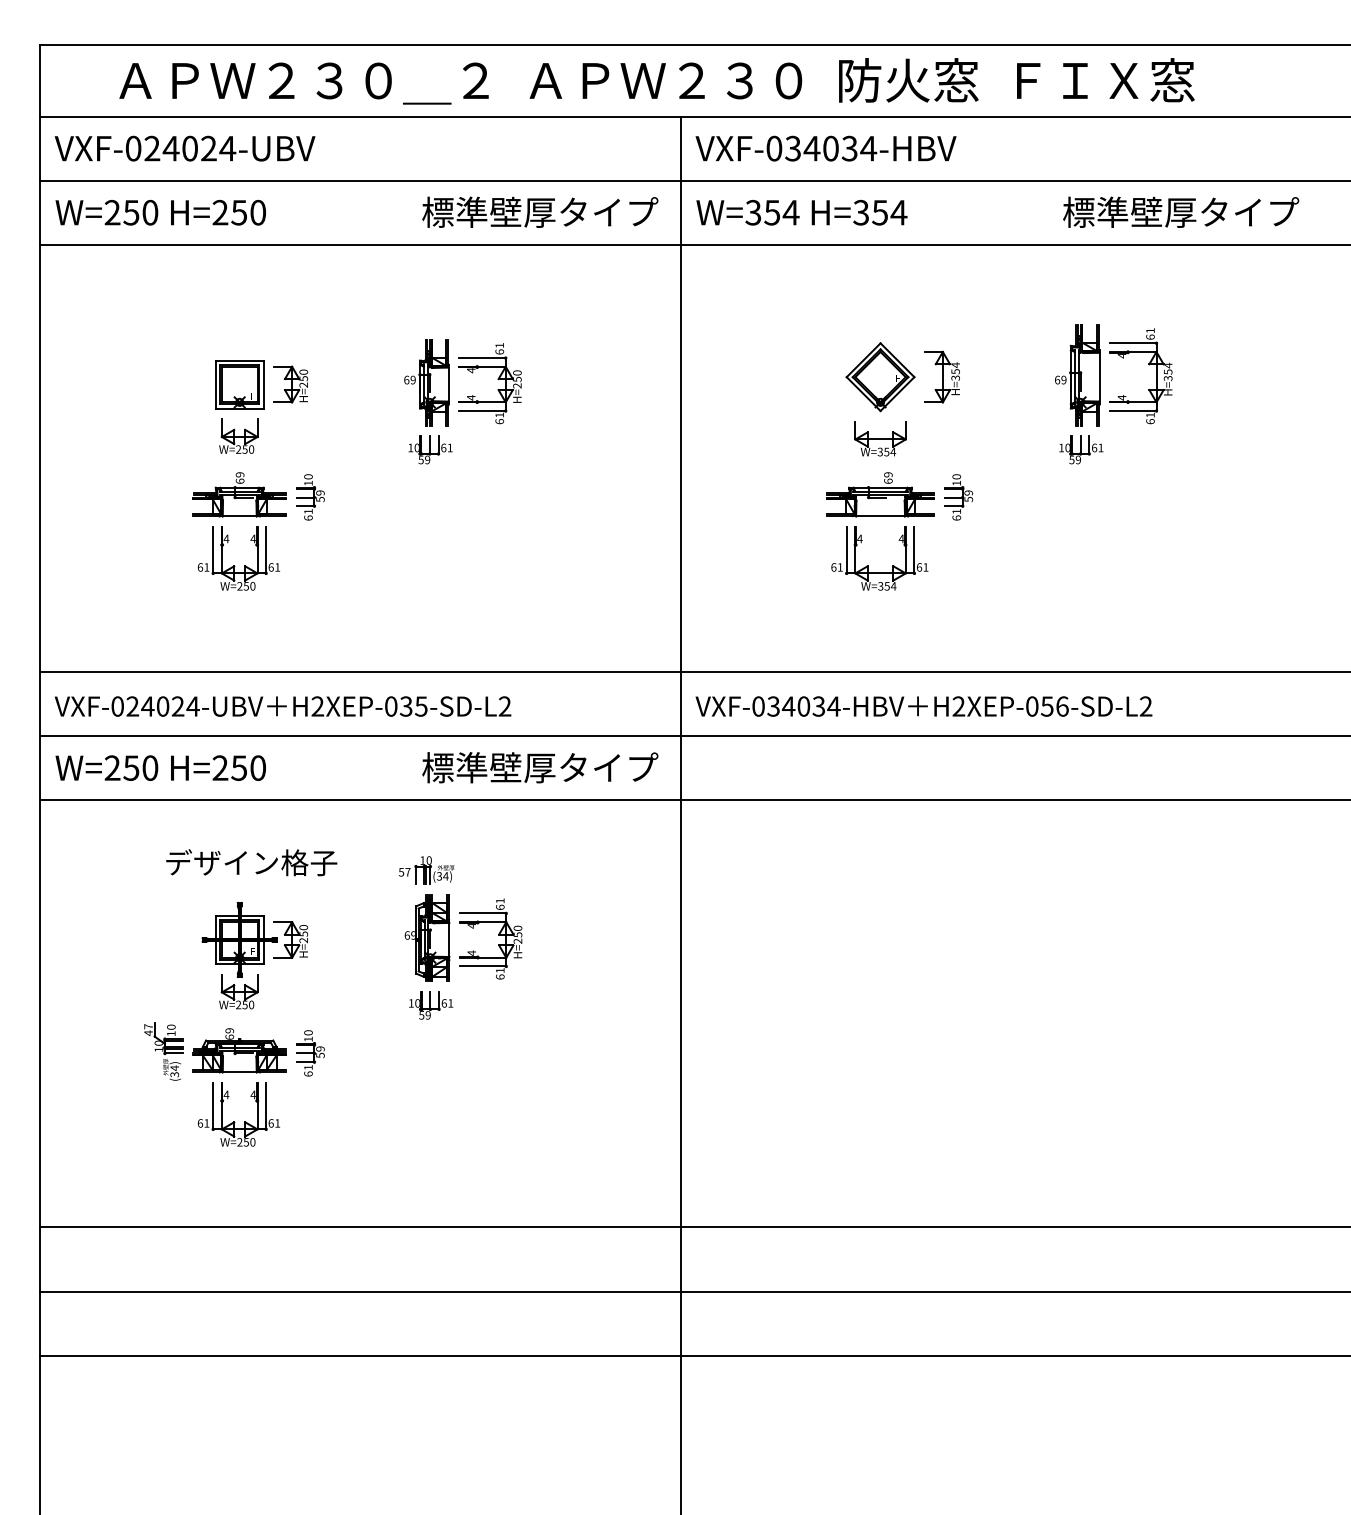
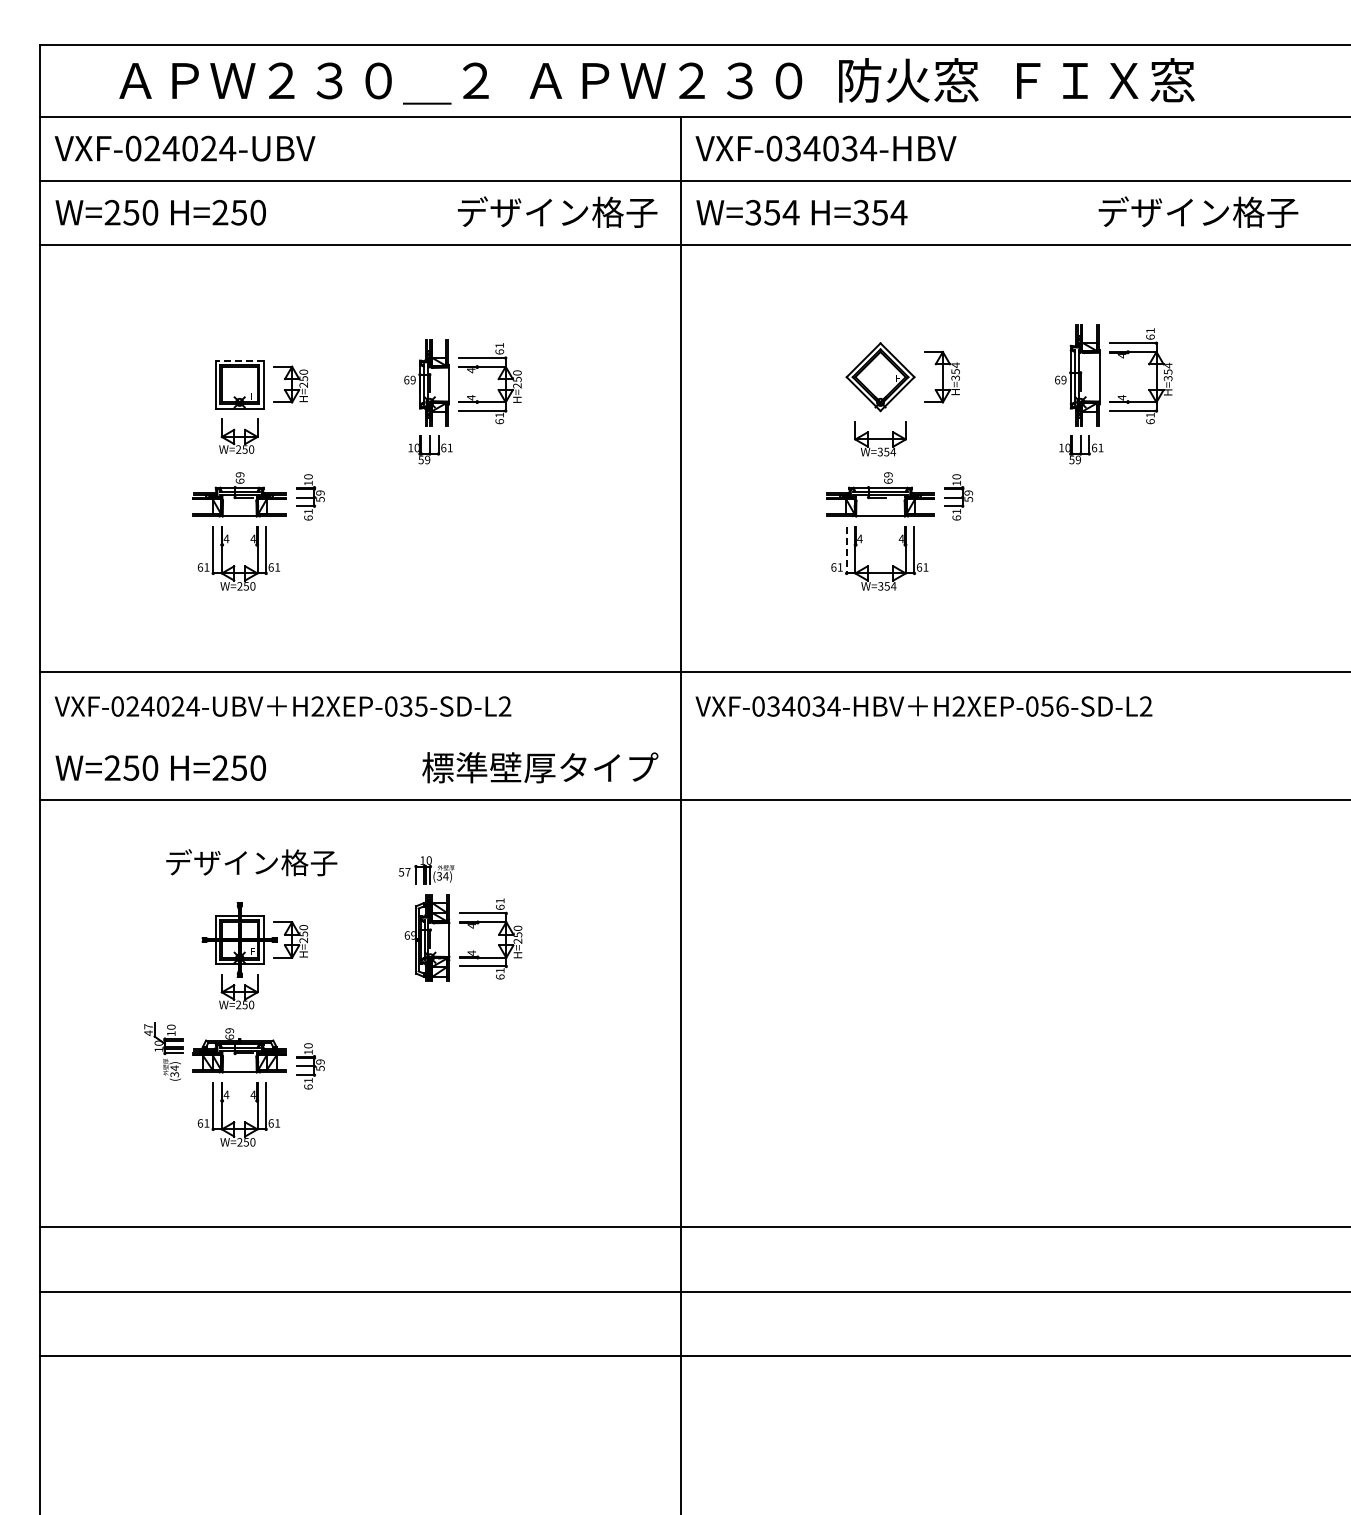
text at (540, 211): 標準壁厚タイプ -> デザイン格子
text at (1181, 211): 標準壁厚タイプ -> デザイン格子
line at (239, 360): solid -> dashed
line at (846, 550): solid -> dashed
line at (693, 736): present -> none
part at (431, 1005): present -> none
part at (310, 1053) position: (310, 1053) -> (310, 1066)
